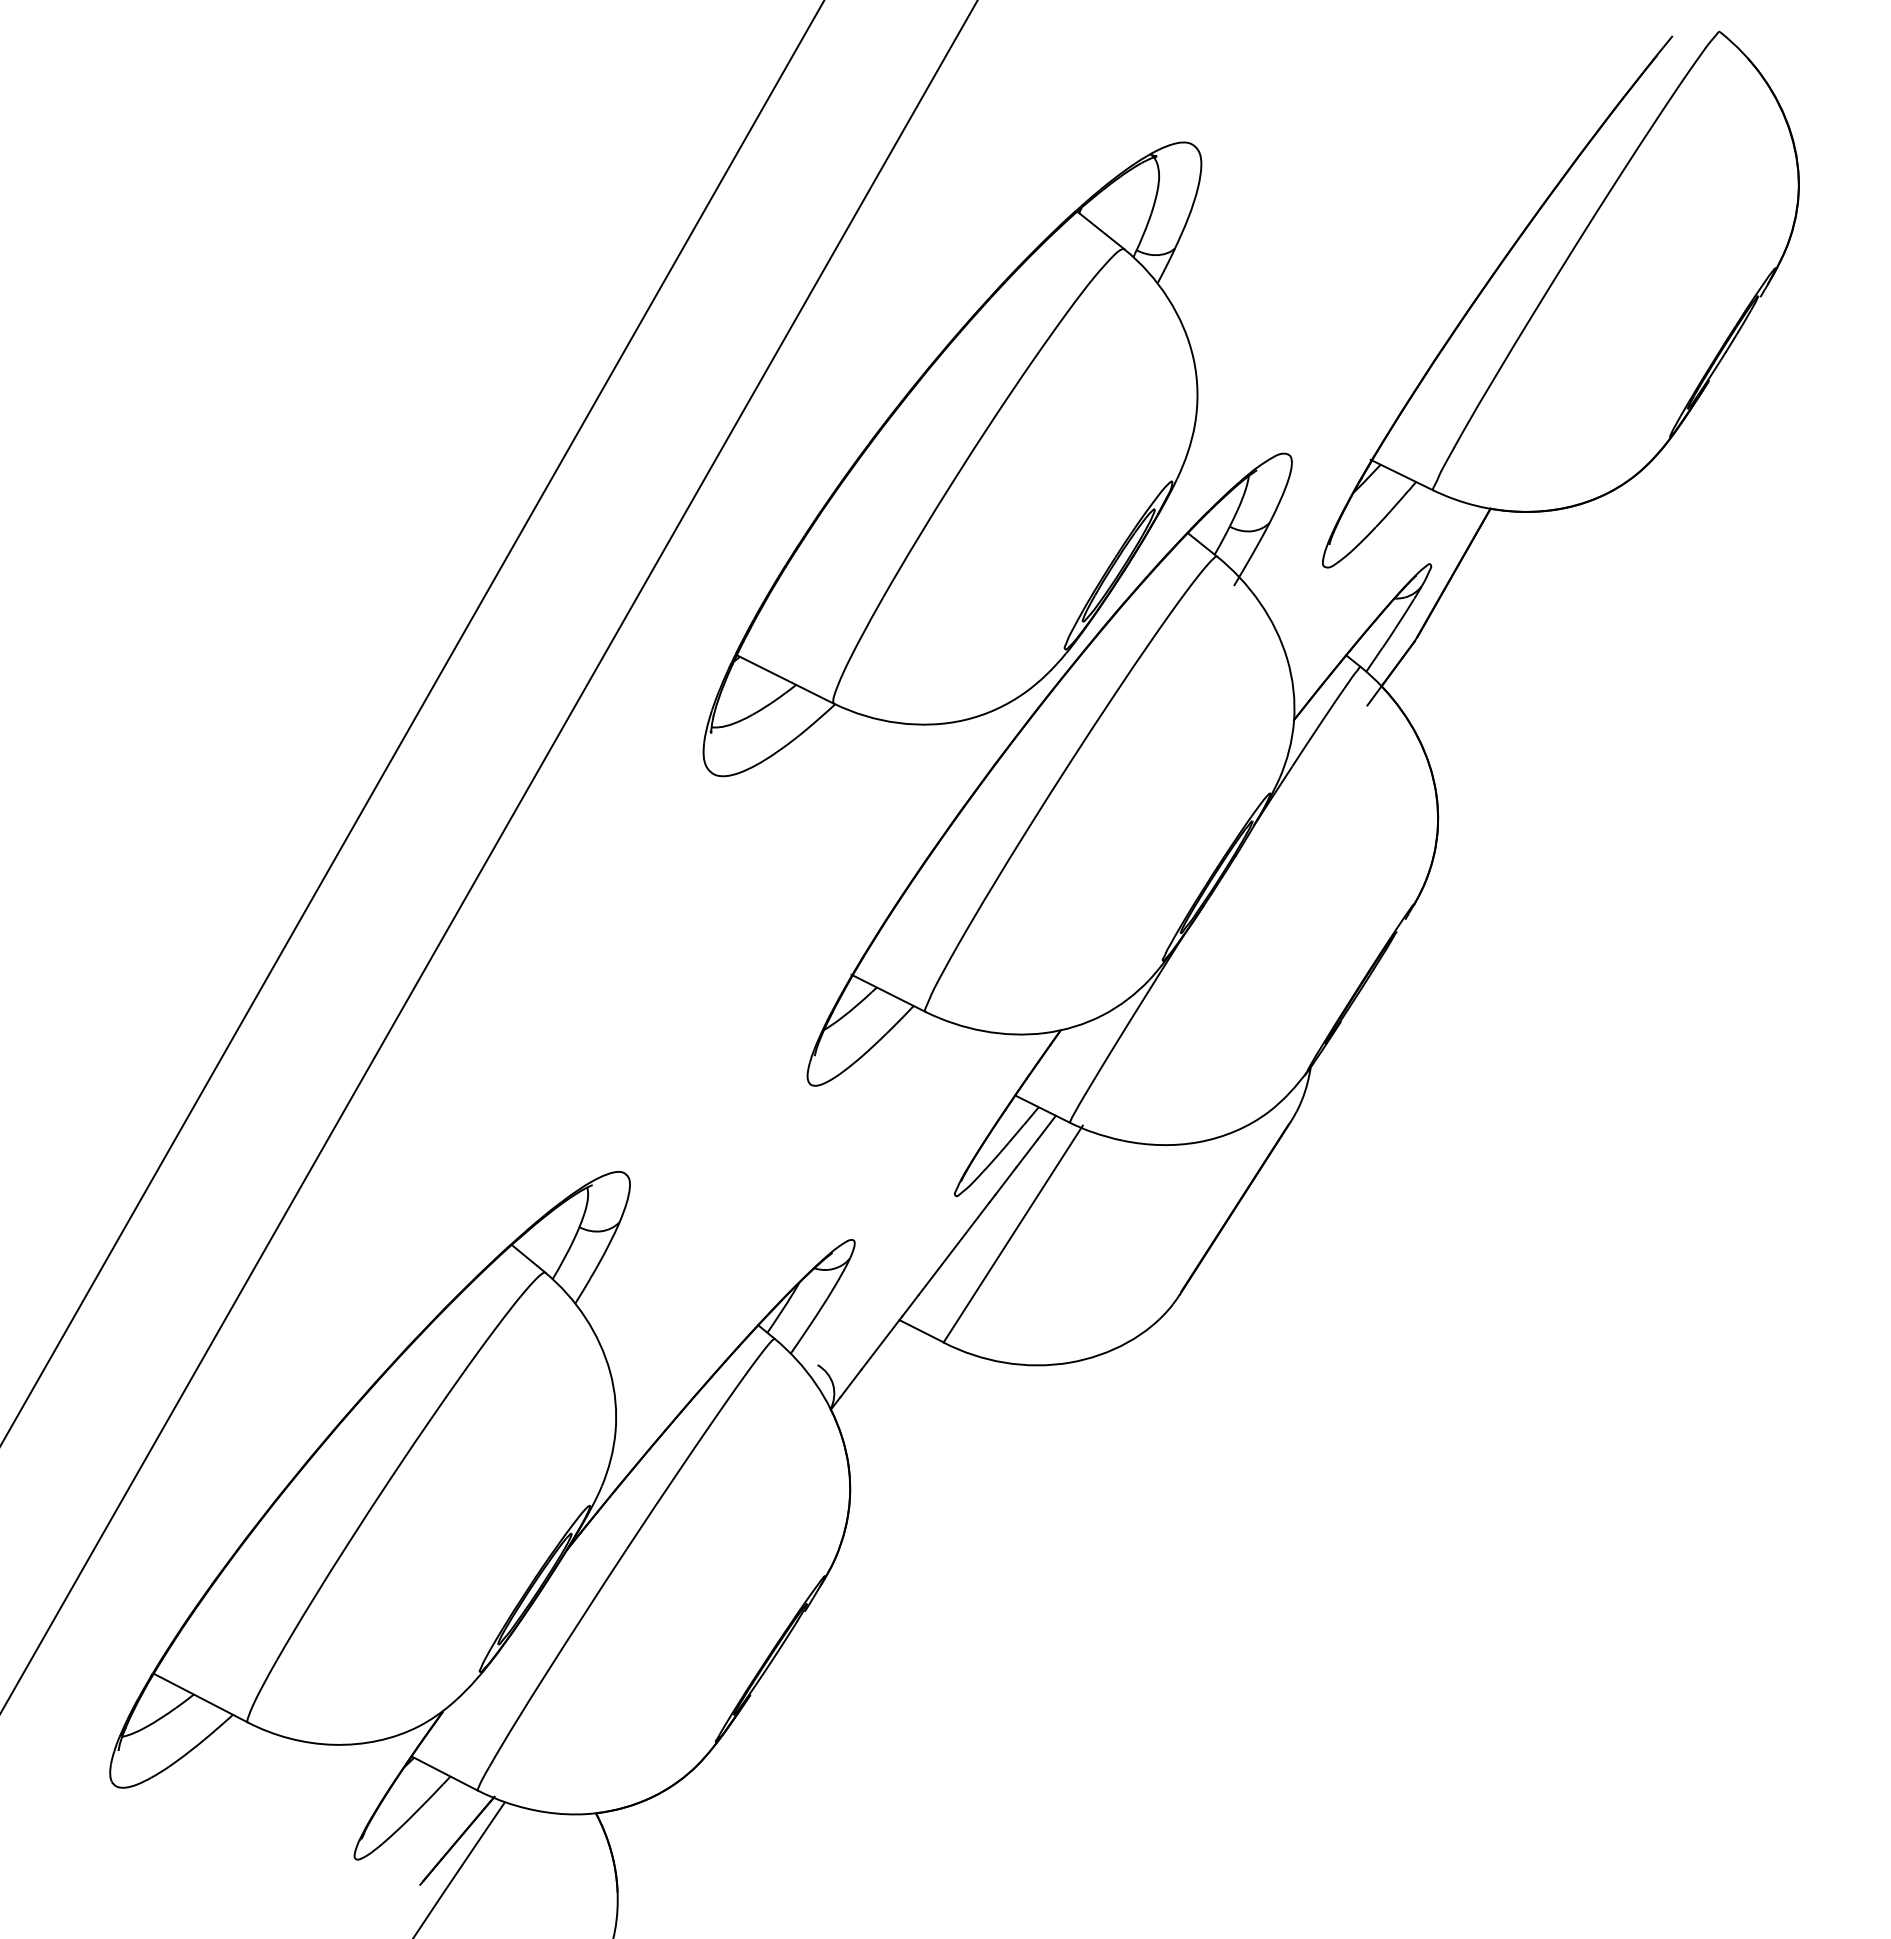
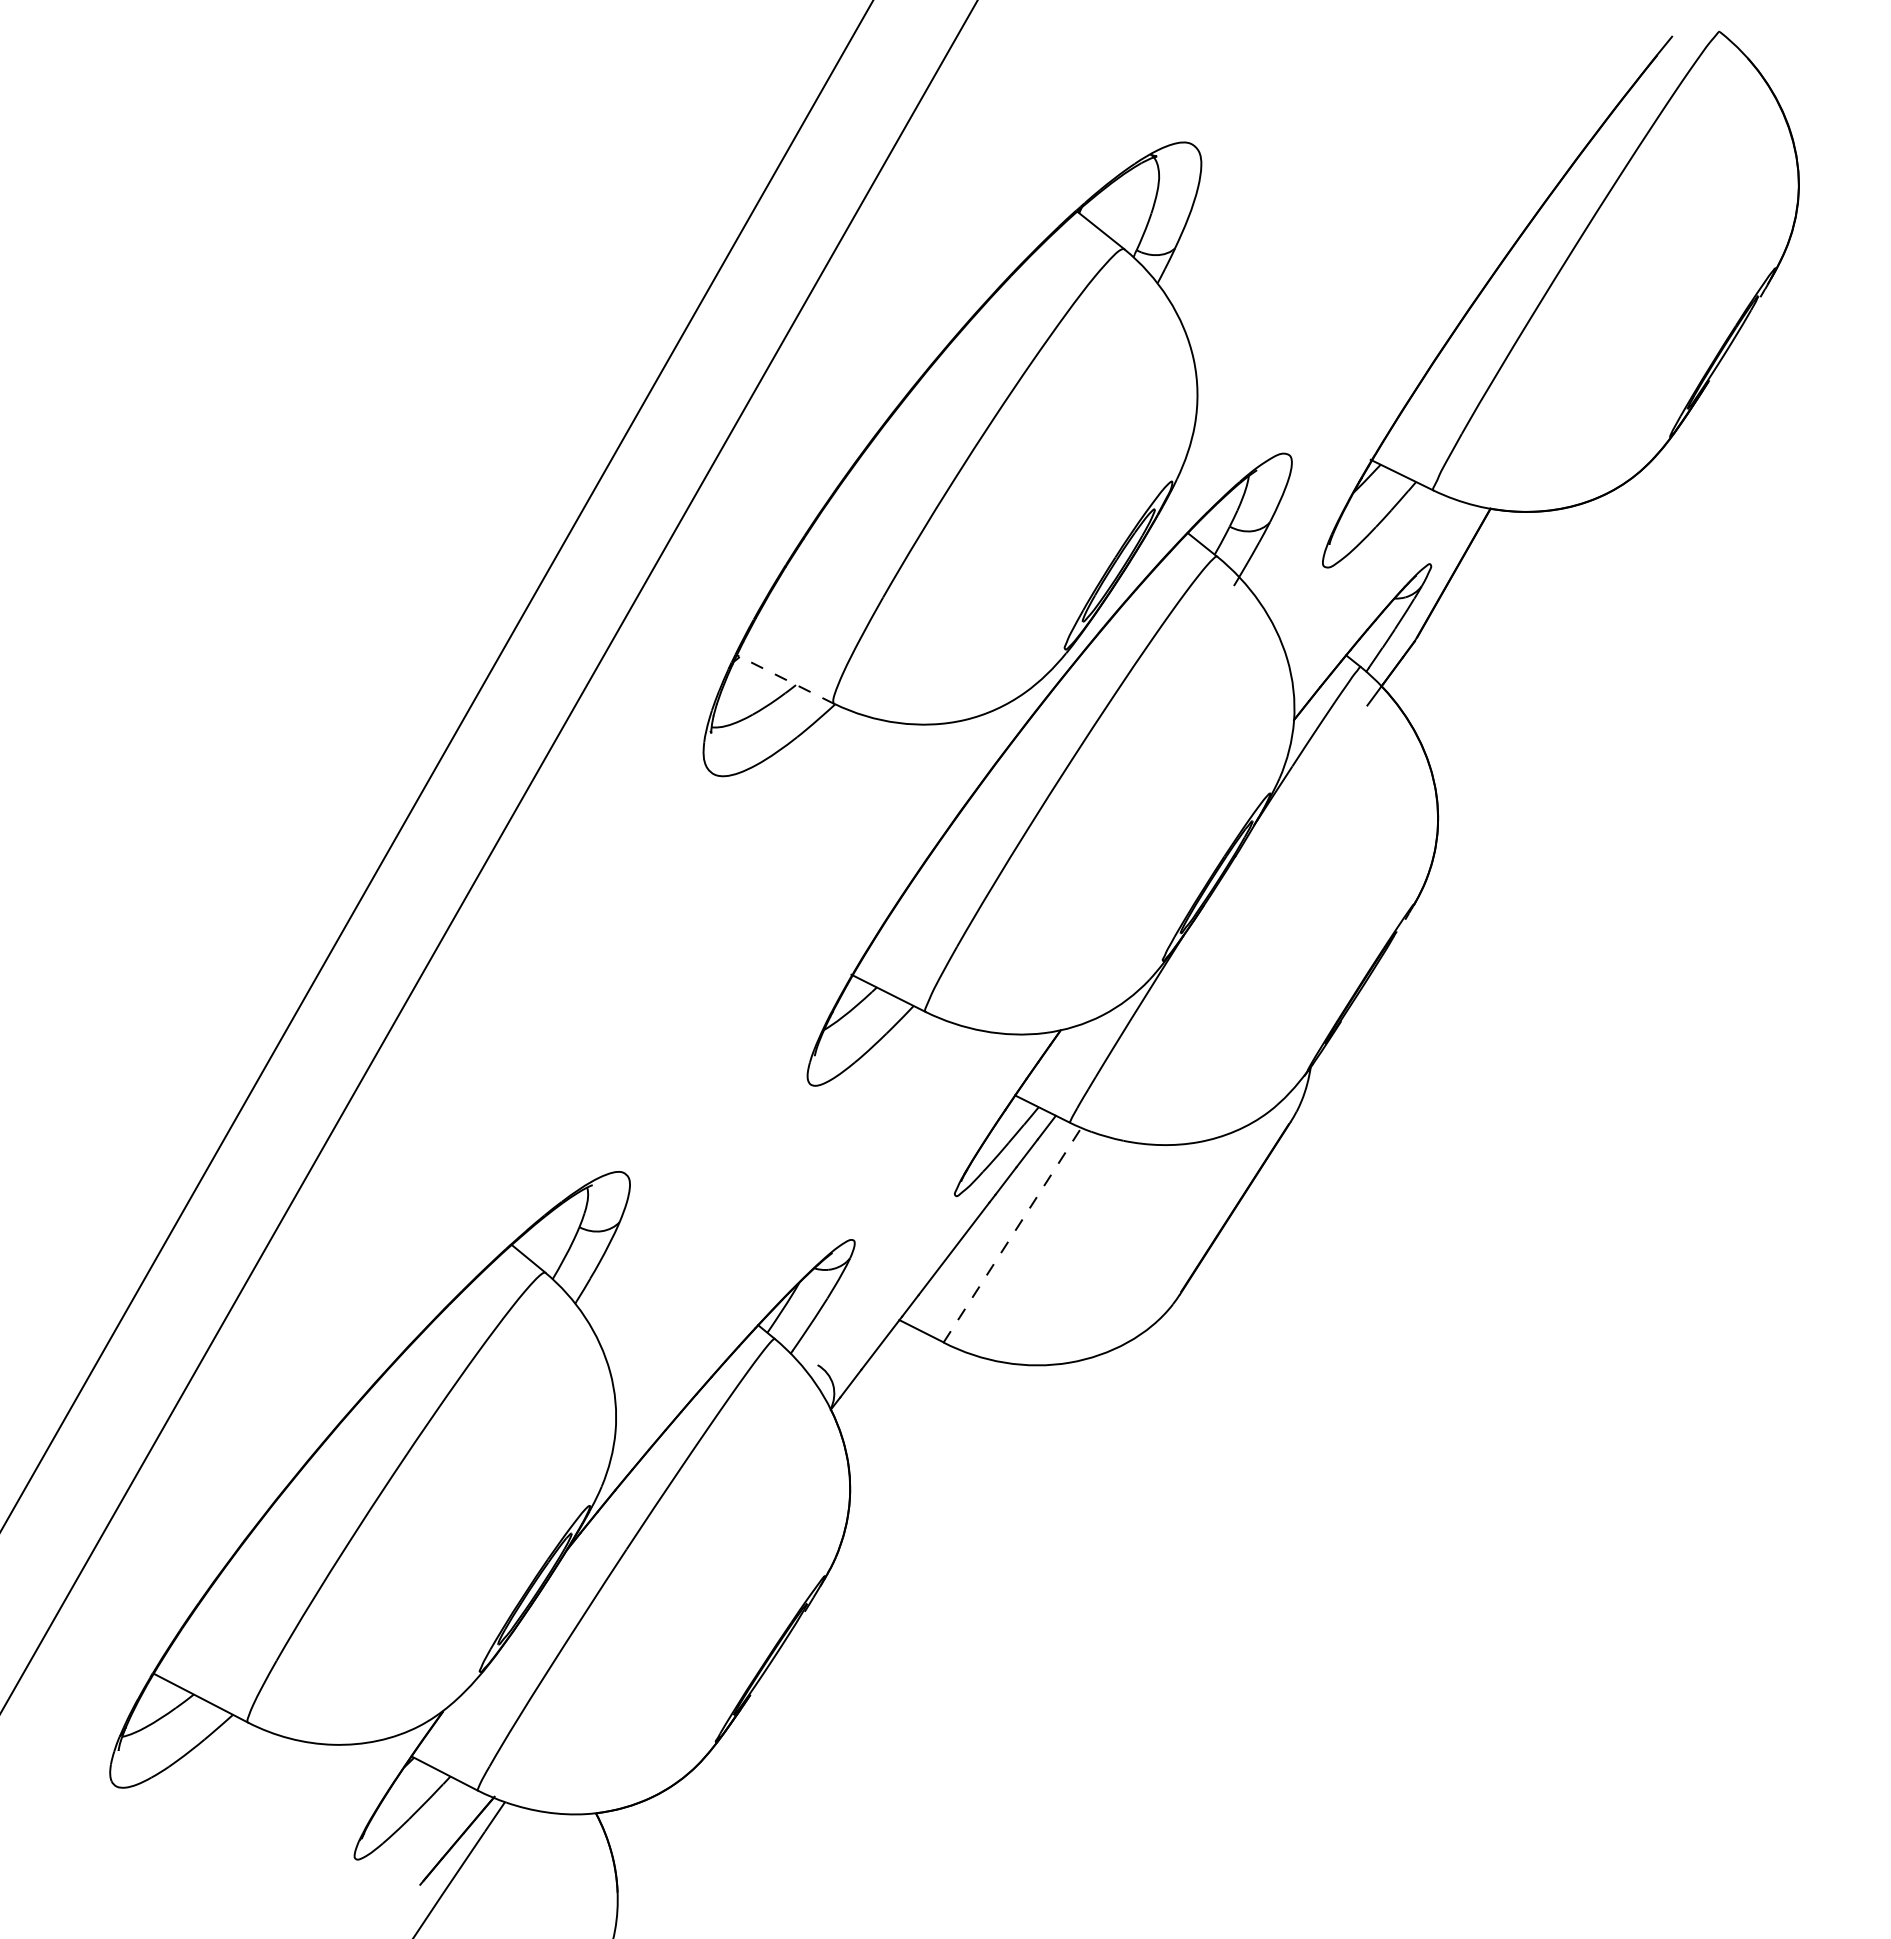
line at (785, 679): solid -> dashed
line at (412, 722) position: (412, 722) -> (437, 765)
line at (1013, 1234): solid -> dashed
